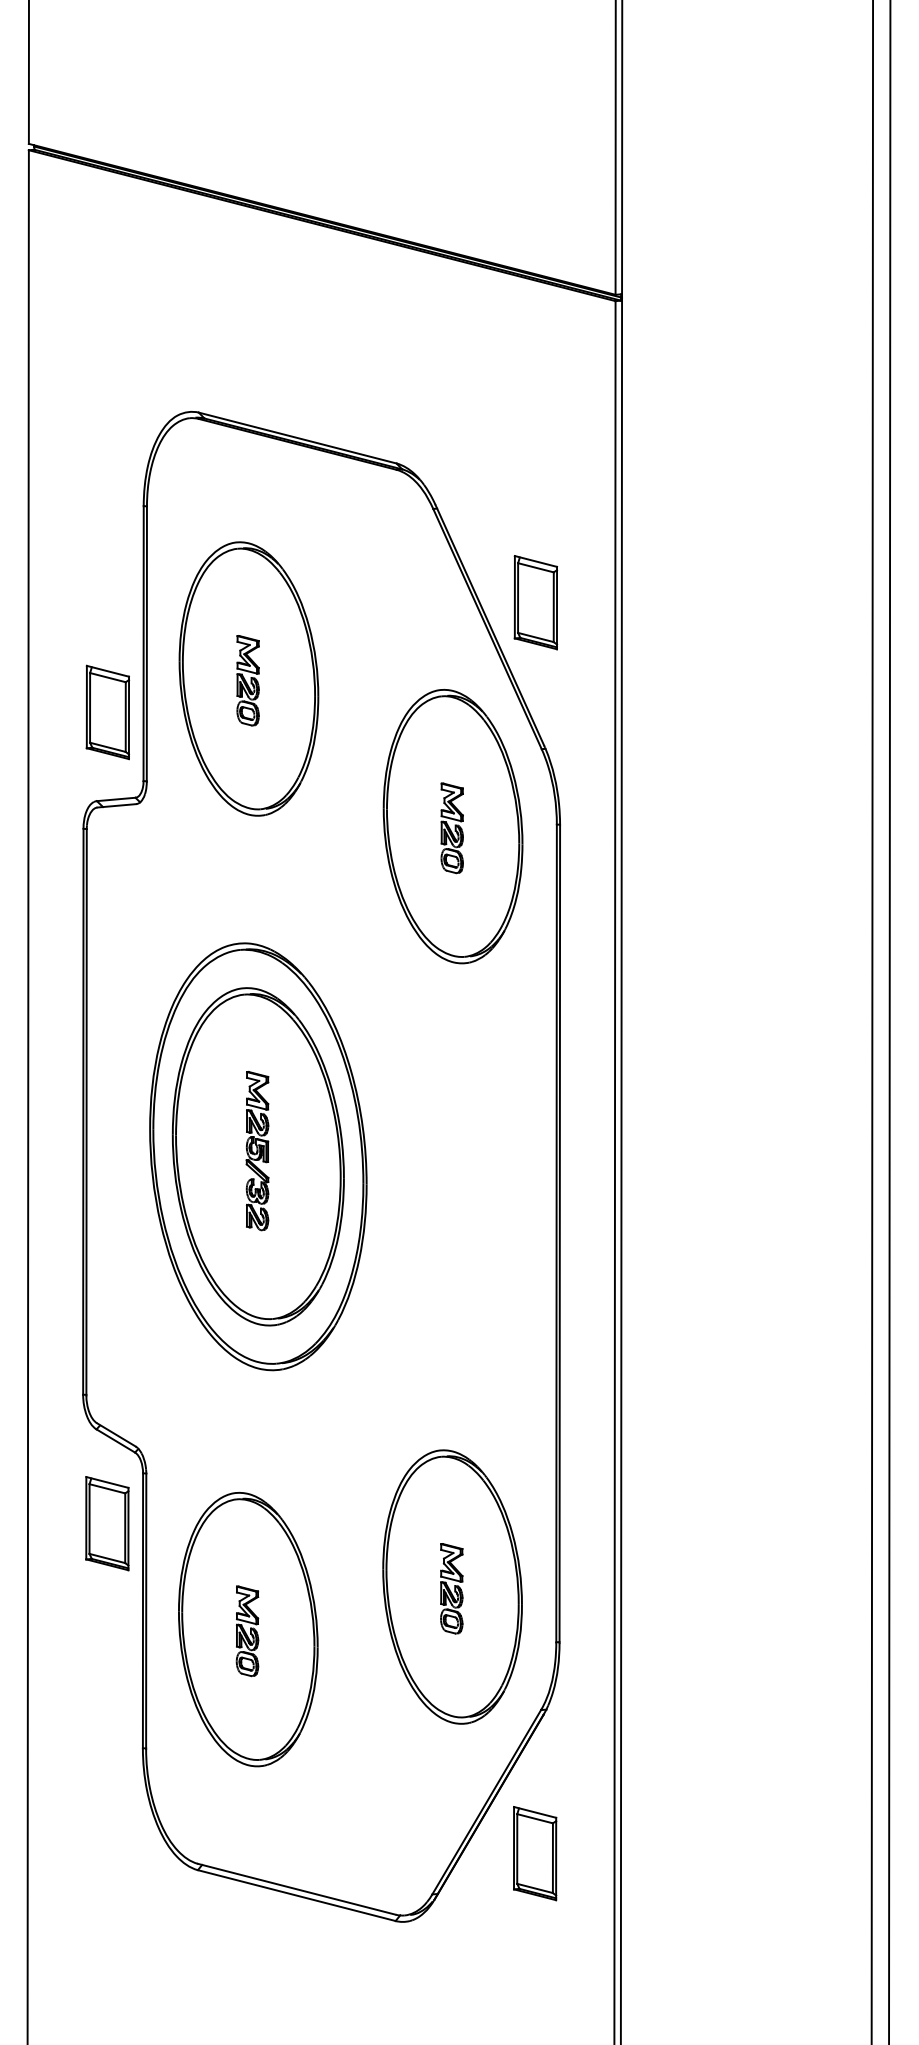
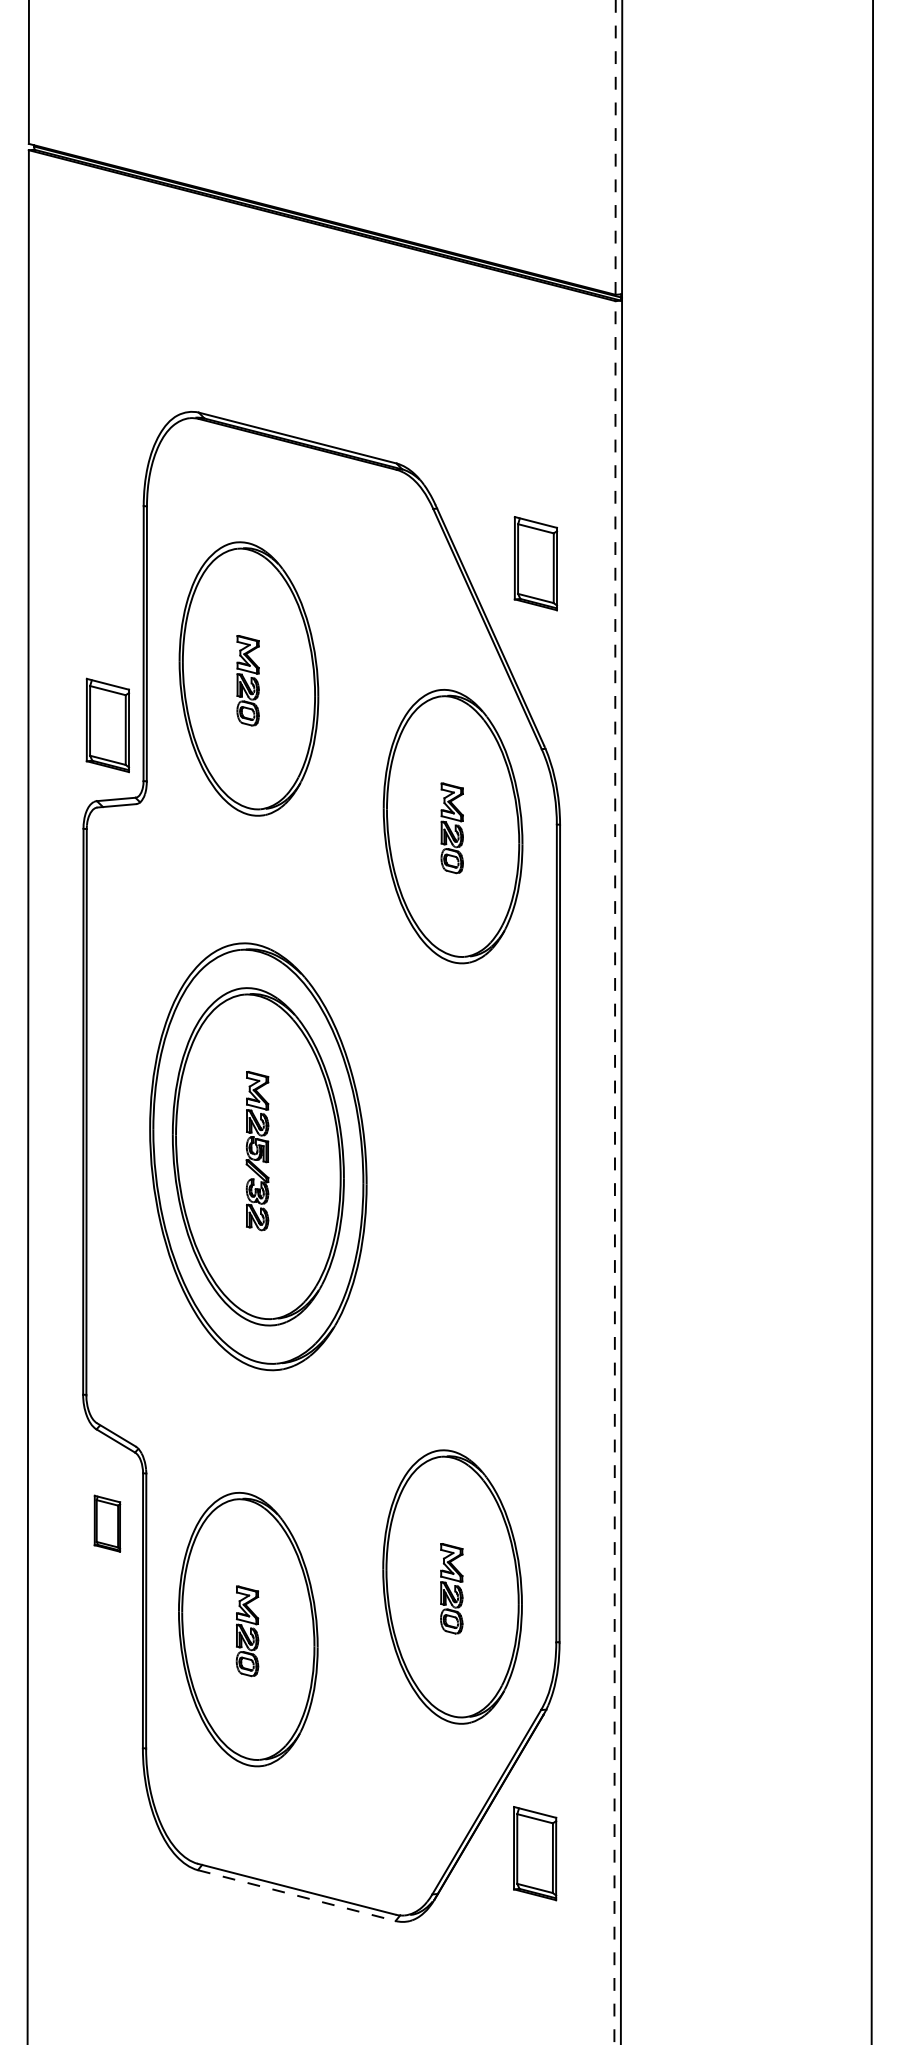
line at (615, 147): solid -> dashed
part at (535, 602) position: (535, 602) -> (535, 563)
part at (107, 712) position: (107, 712) -> (107, 725)
line at (889, 1021): present -> none
line at (614, 1173): solid -> dashed
part at (107, 1523) size: 45x96 px -> 29x59 px
line at (297, 1895): solid -> dashed
